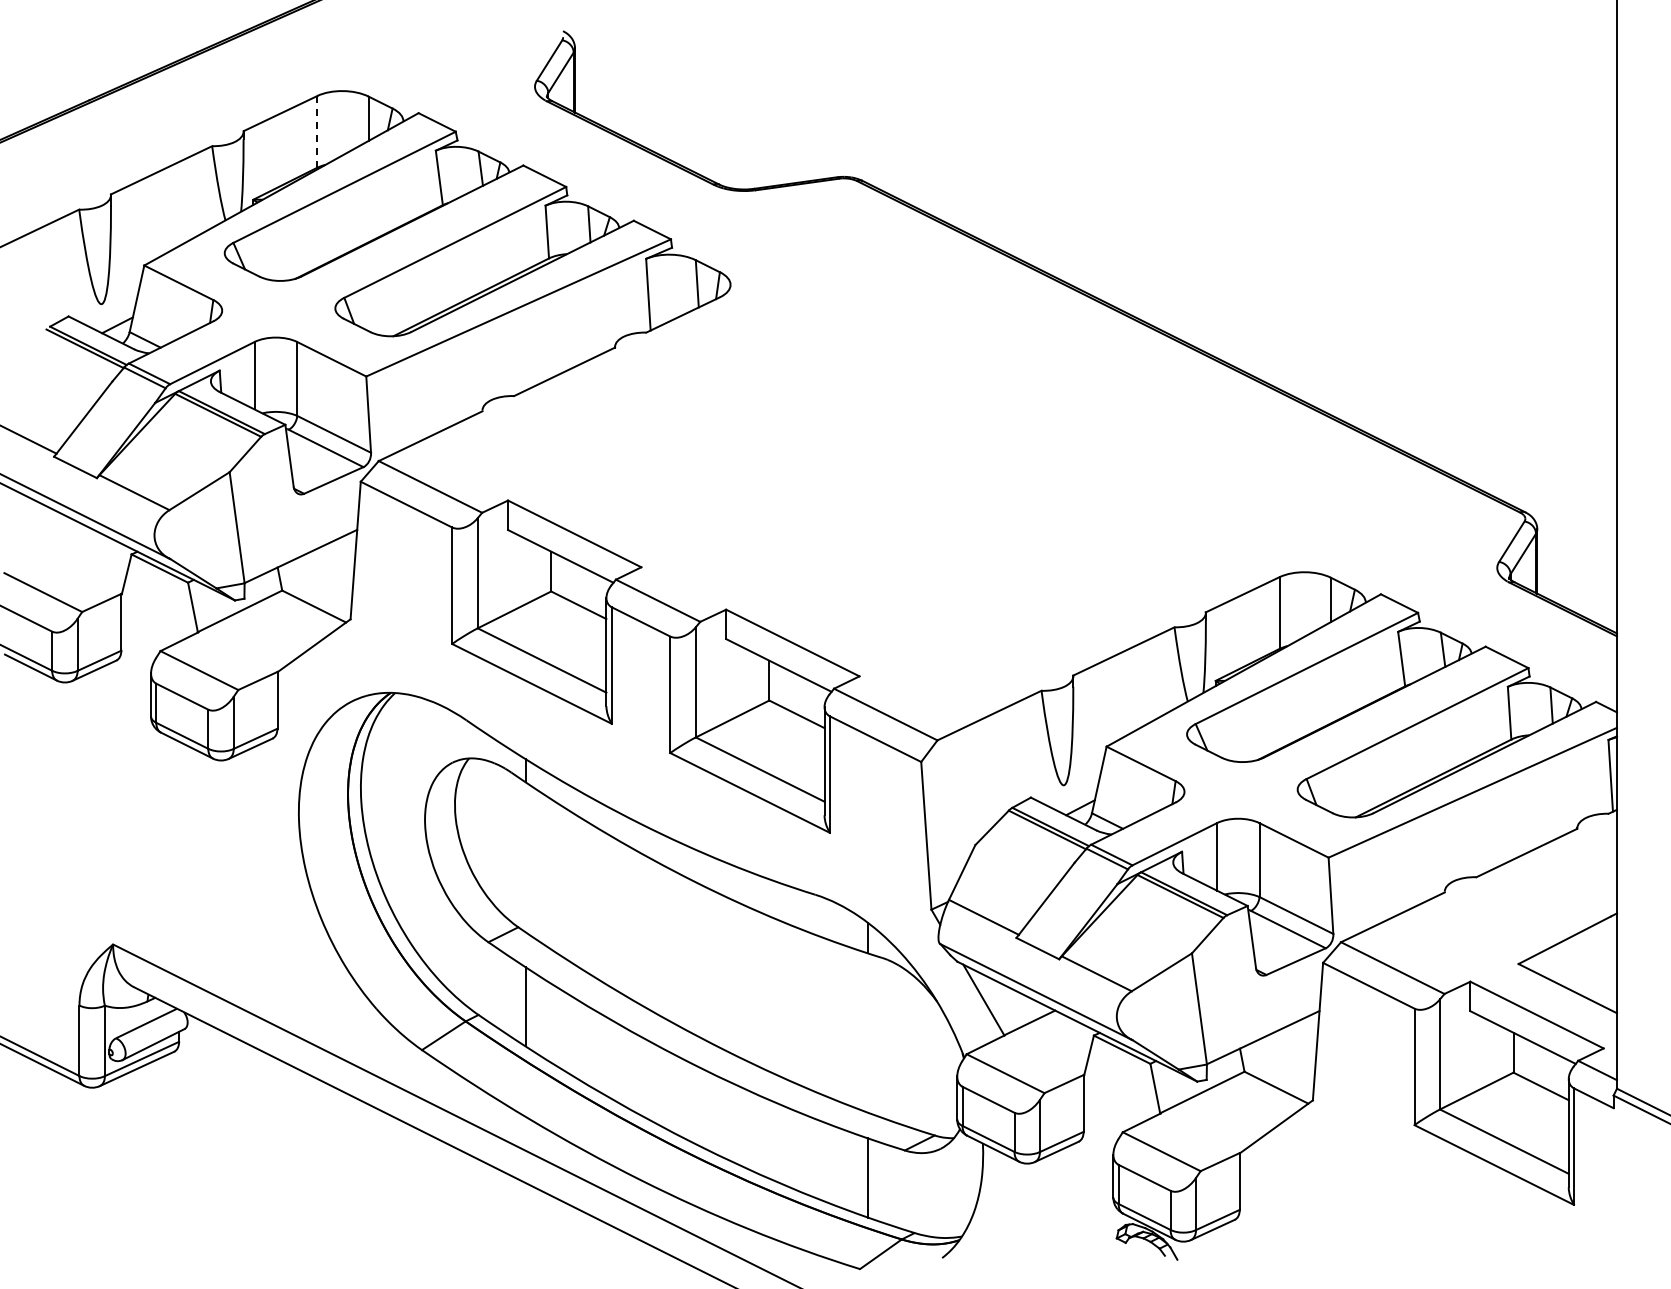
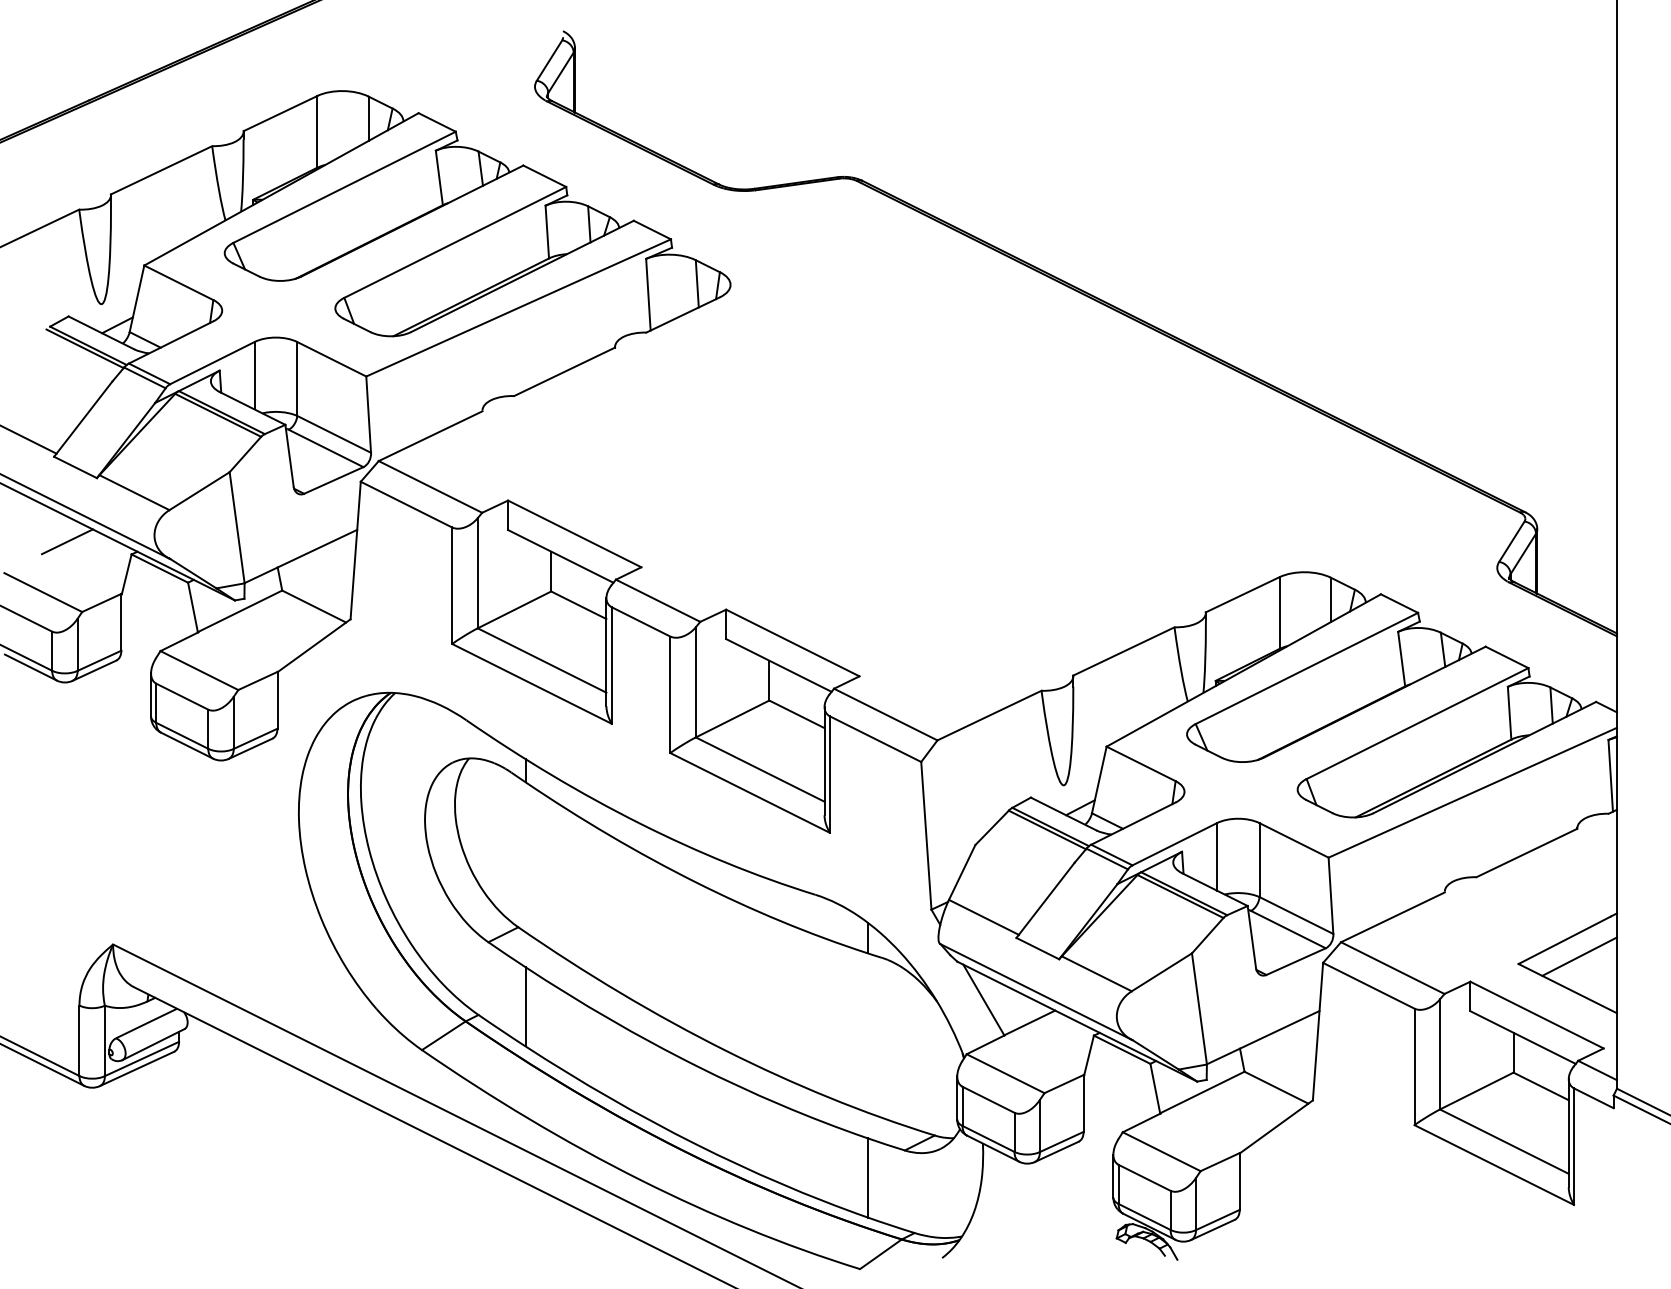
line at (317, 131): dashed -> solid
line at (66, 541): none -> present
line at (1579, 956): none -> present
